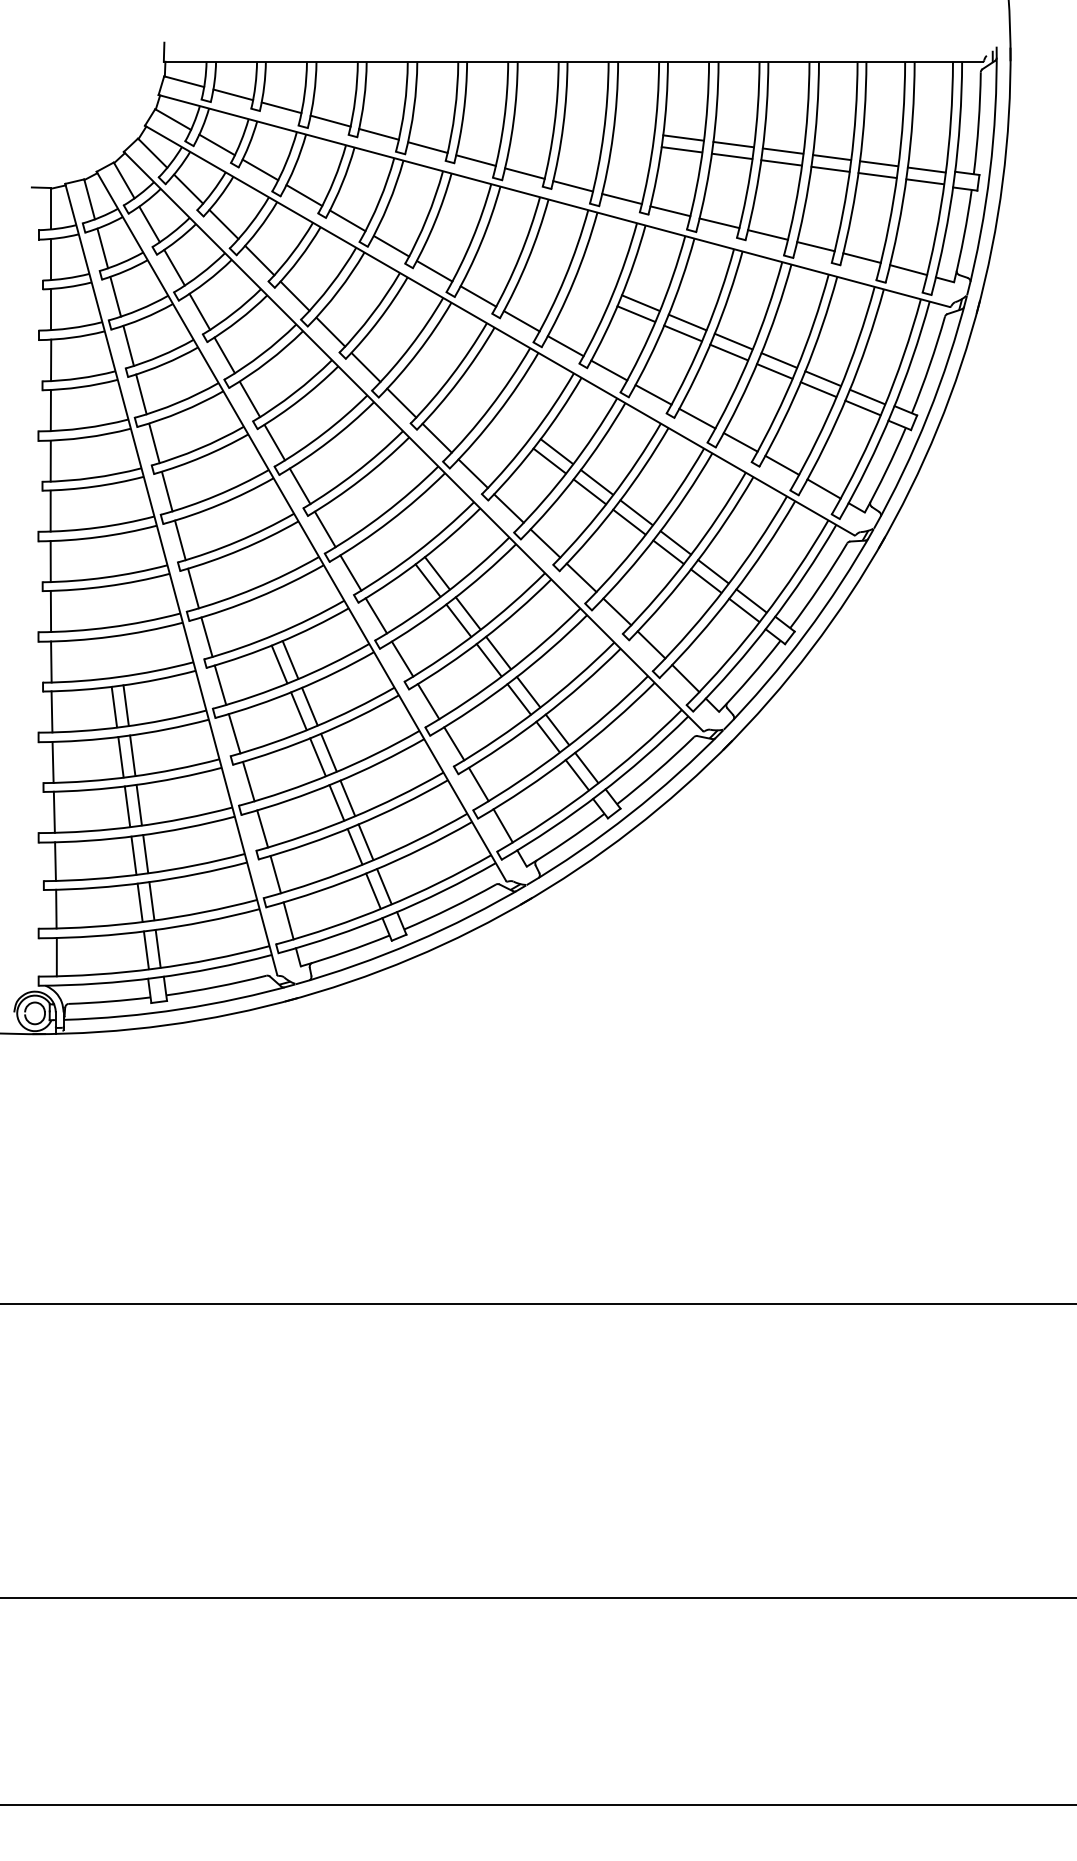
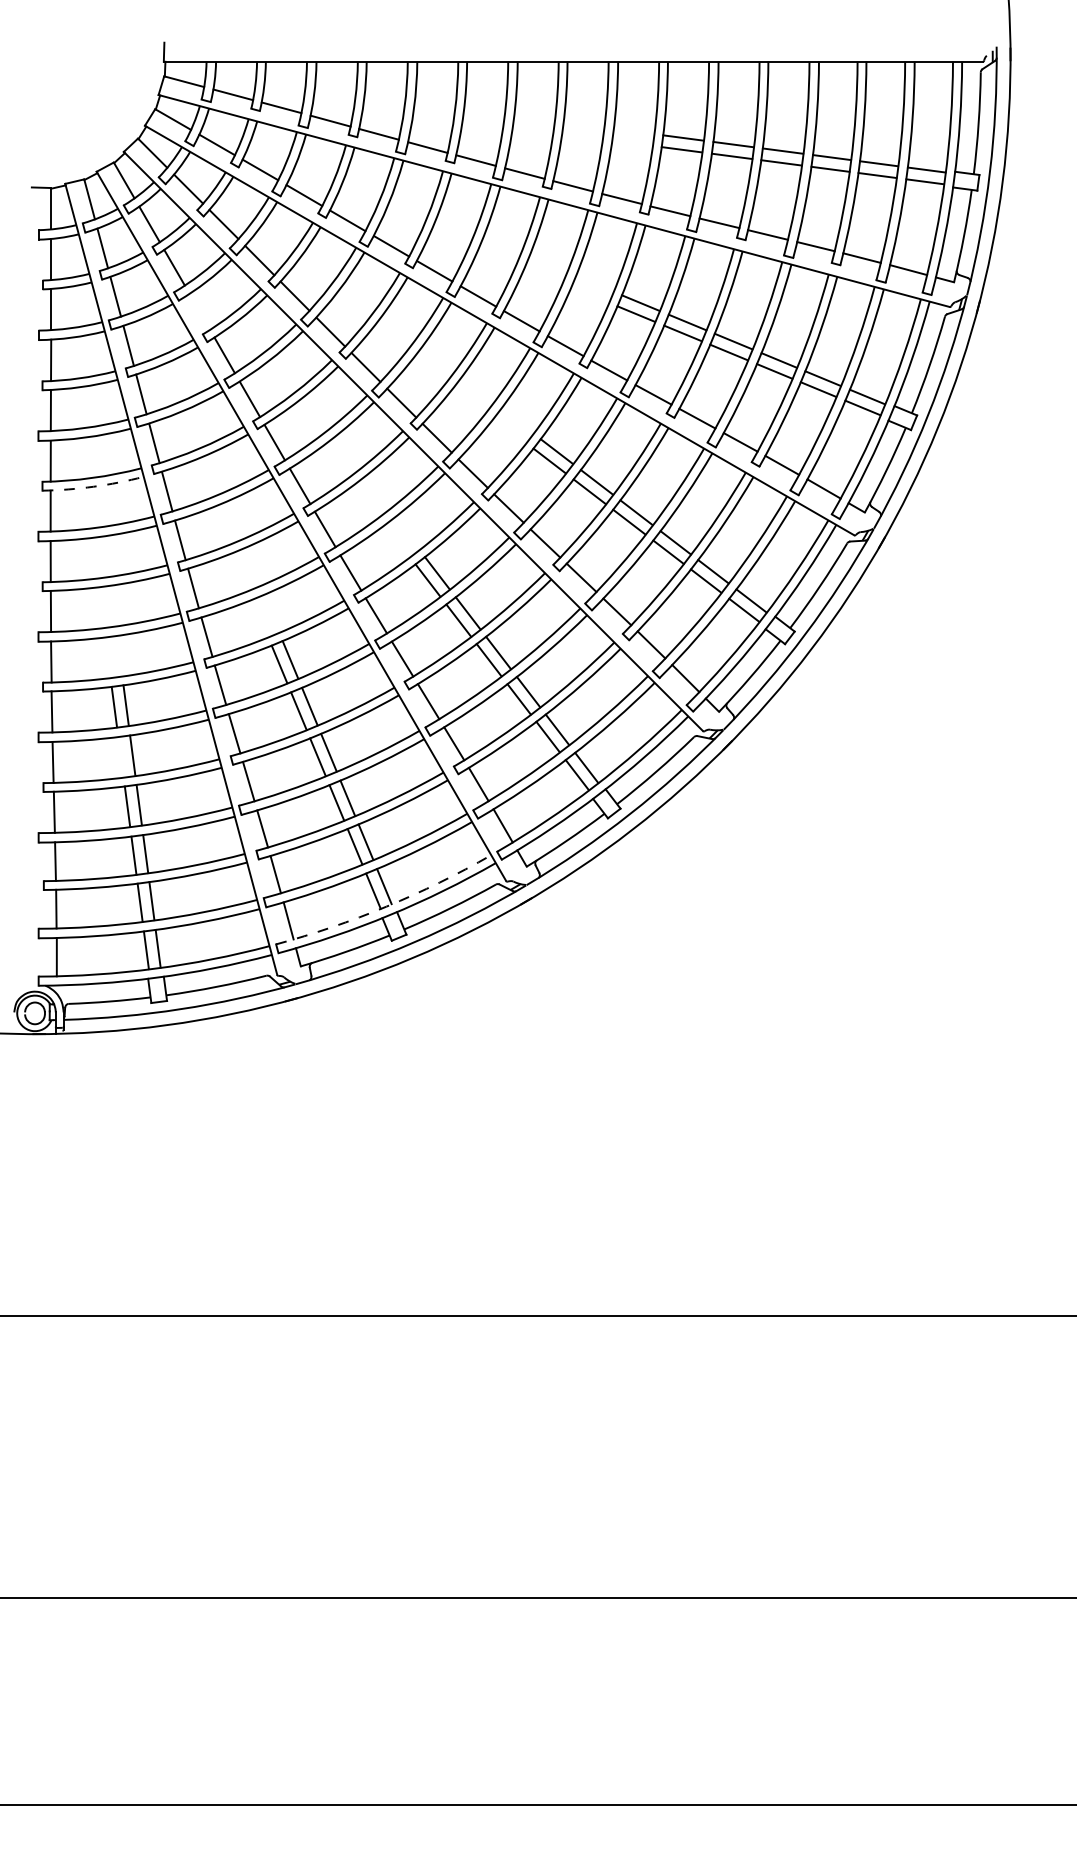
line at (199, 311): present -> none
arc at (93, 486): solid -> dashed
line at (120, 757): present -> none
arc at (386, 906): solid -> dashed
line at (537, 1304) position: (537, 1304) -> (537, 1316)
